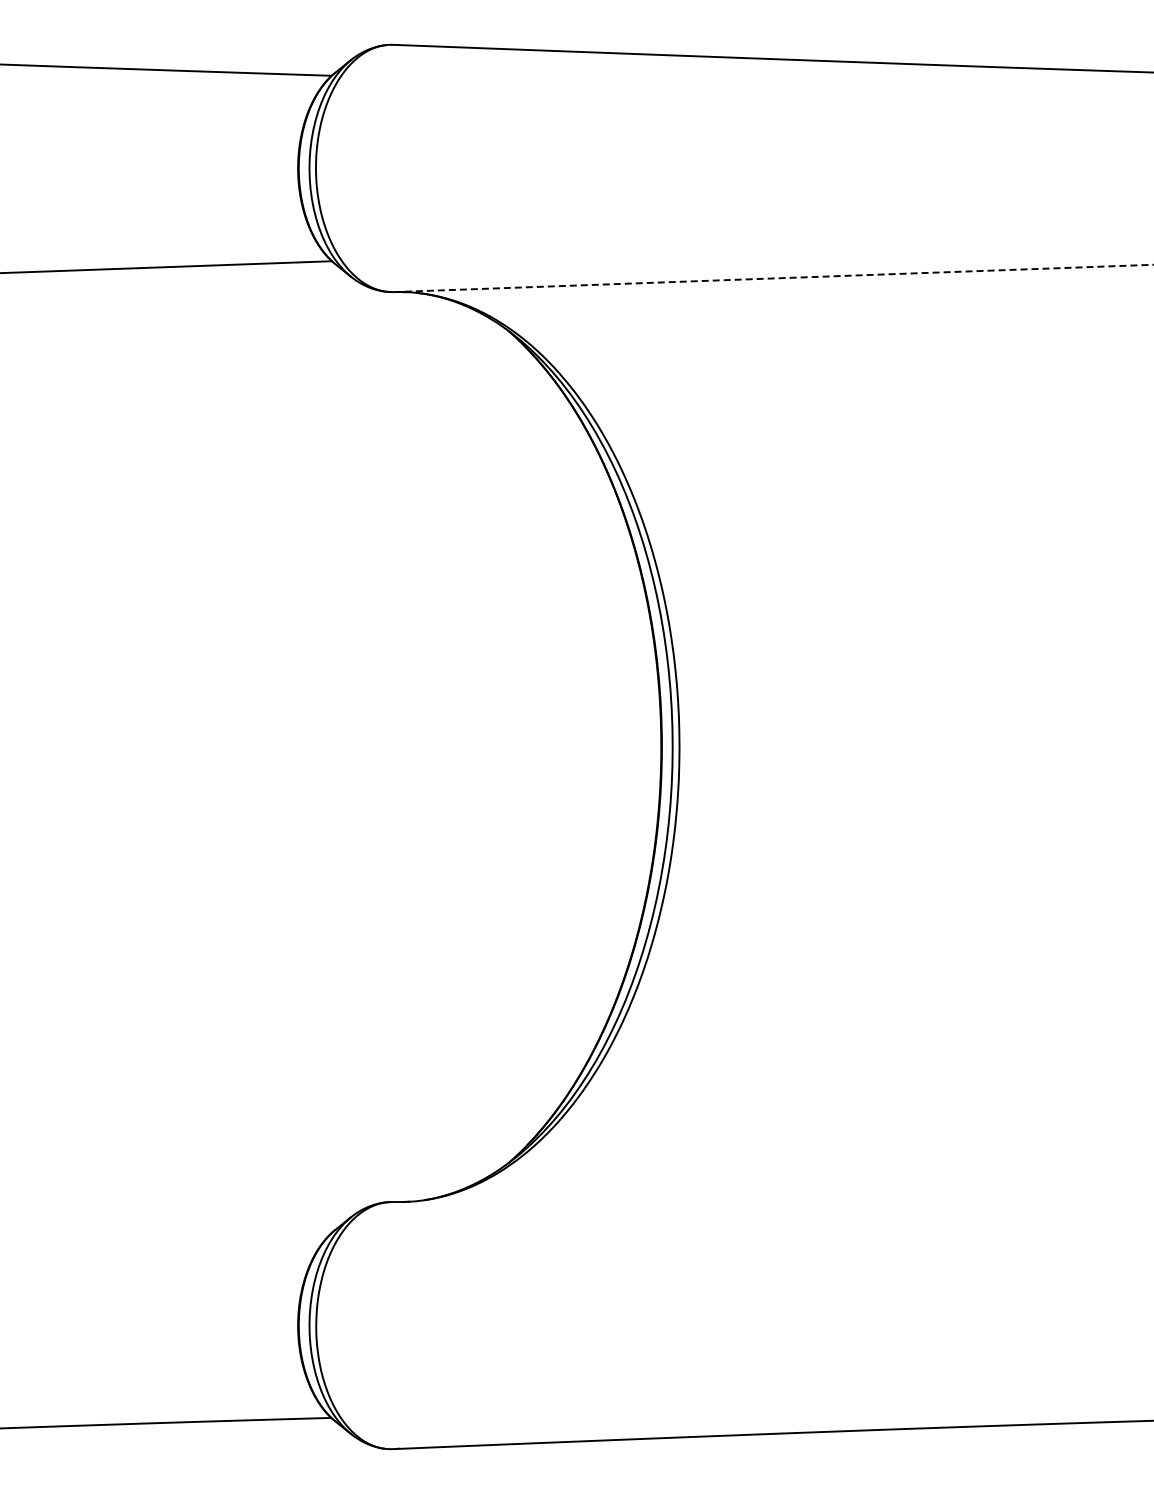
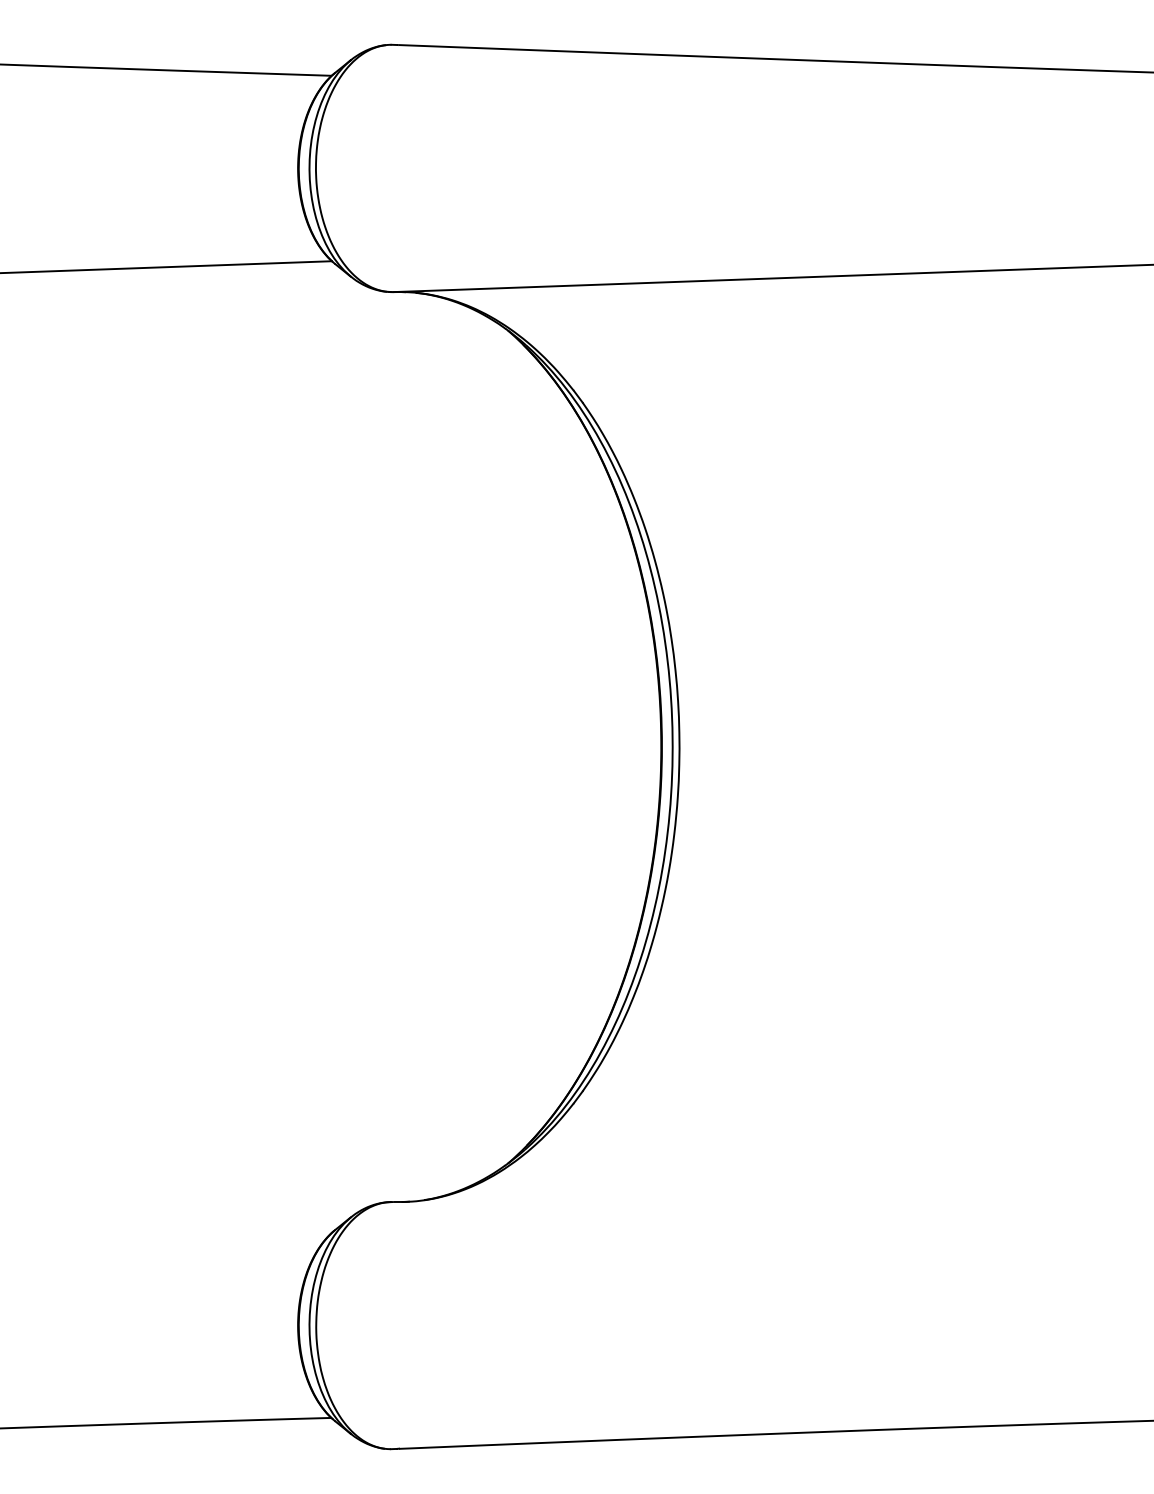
line at (774, 278): dashed -> solid
